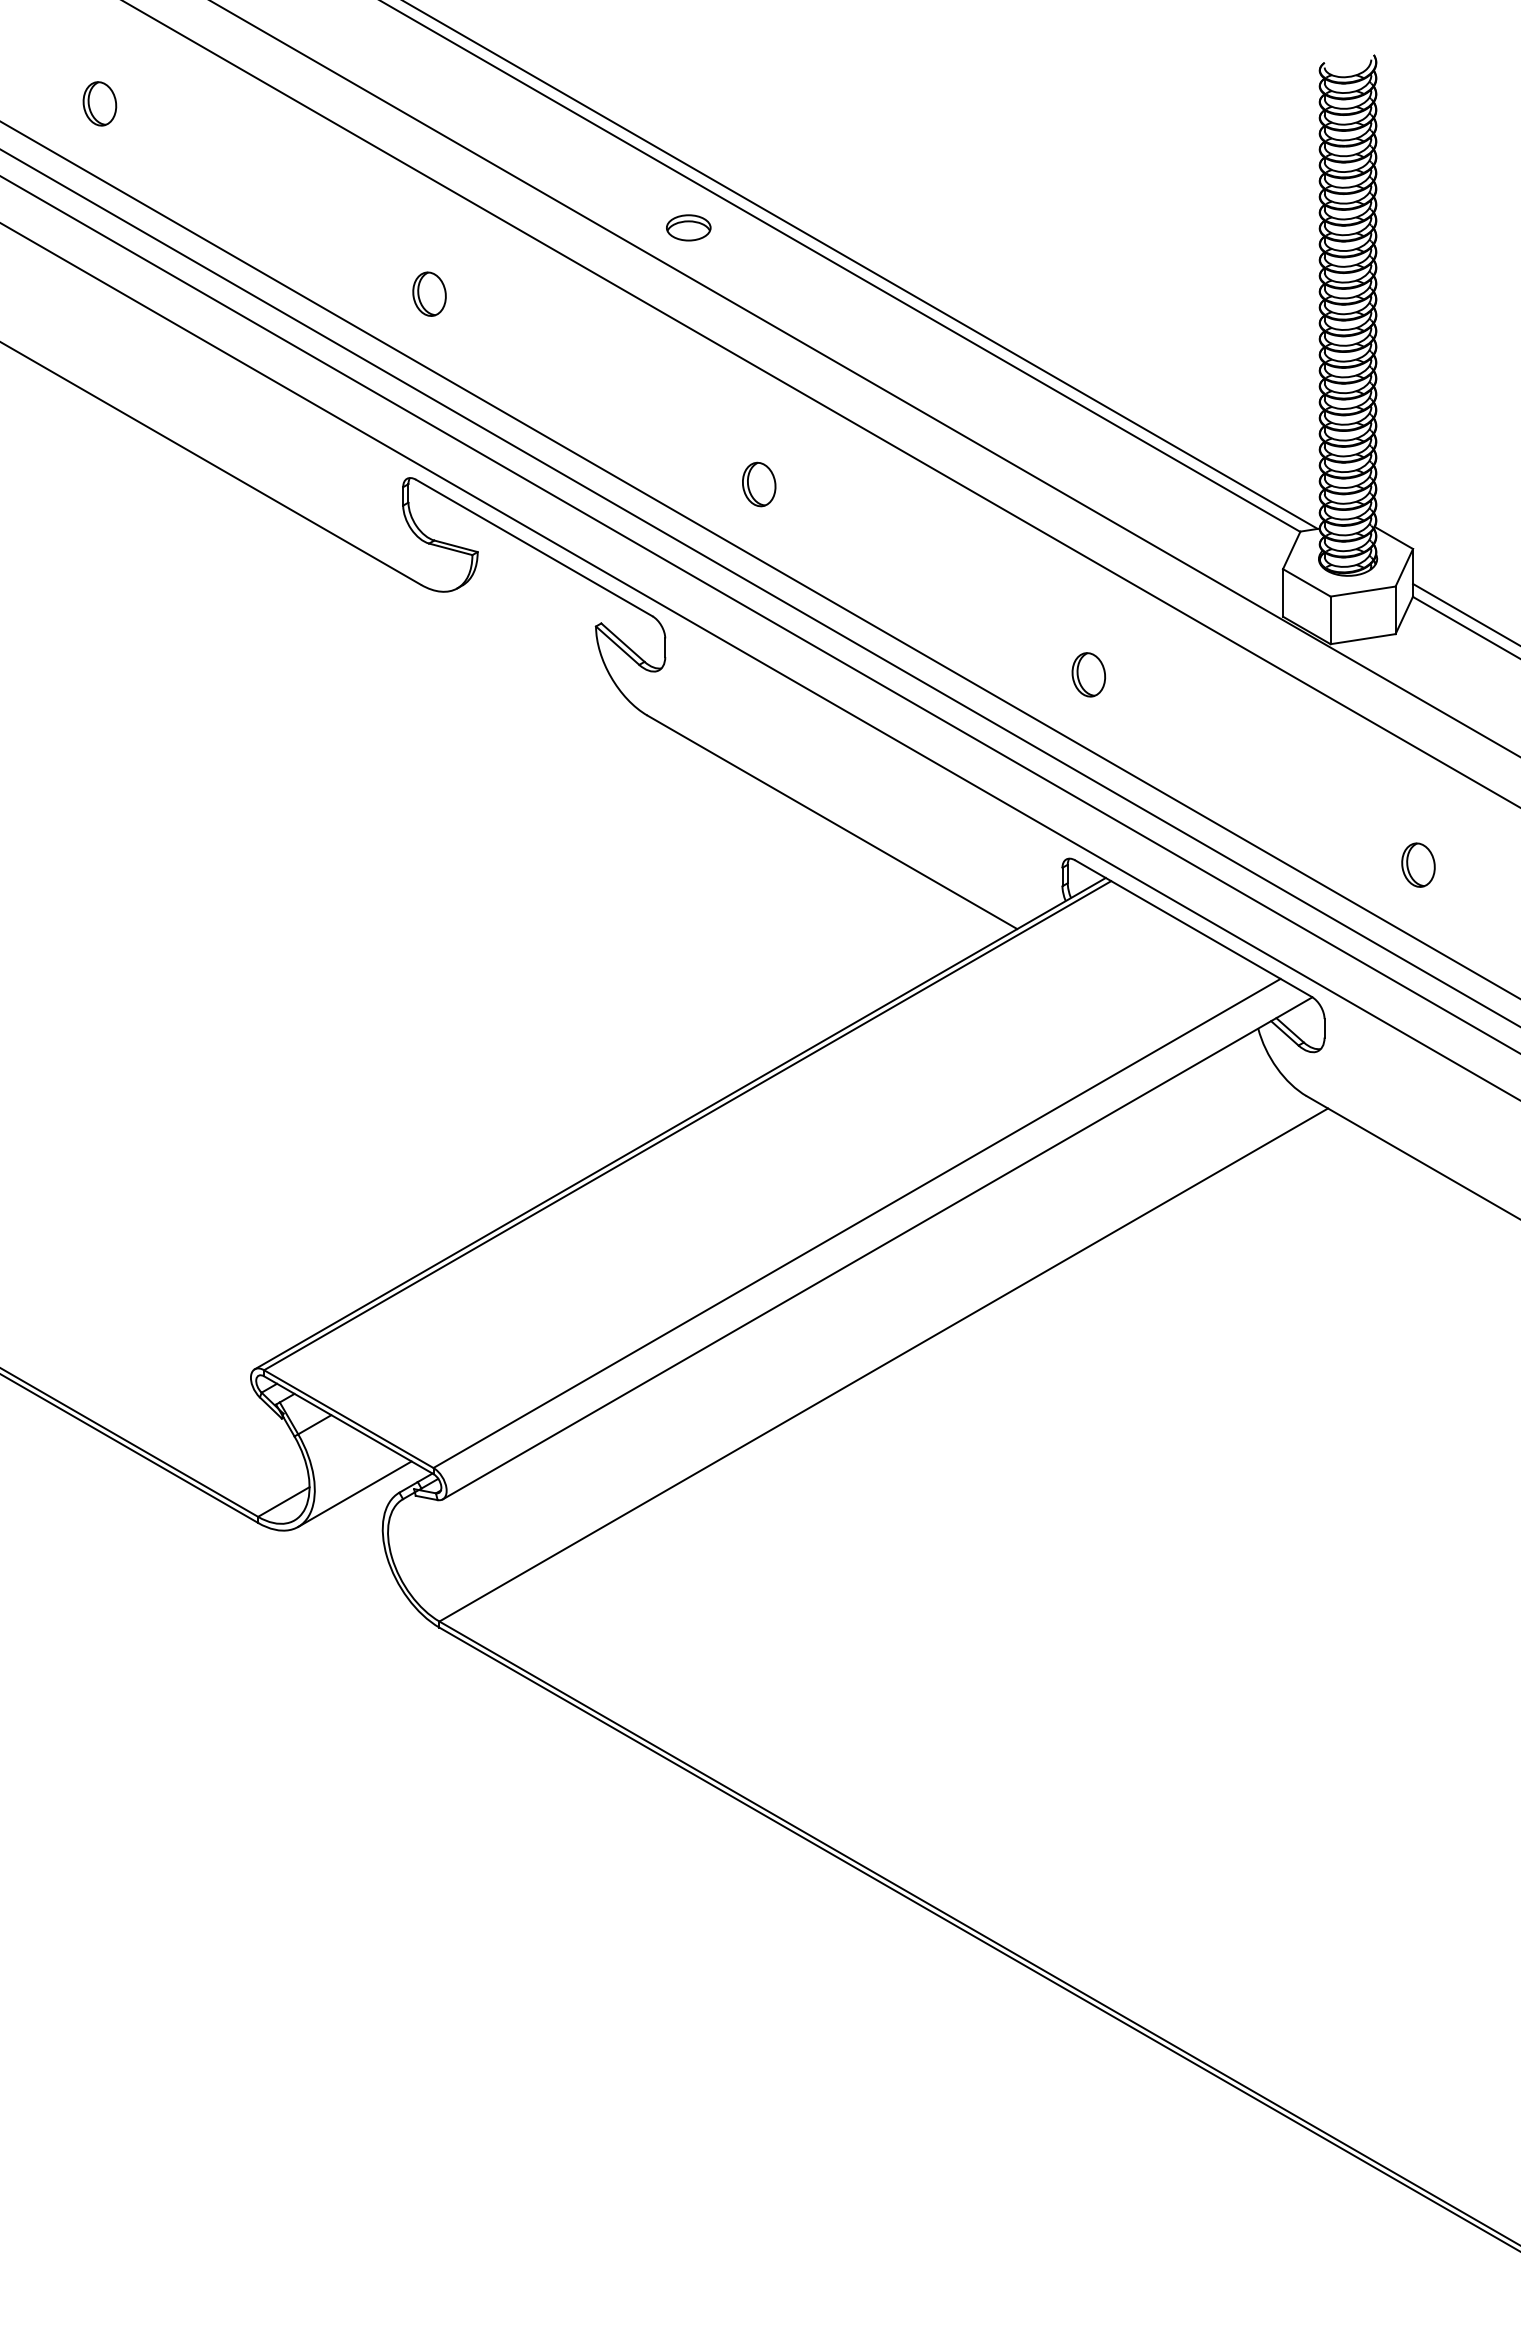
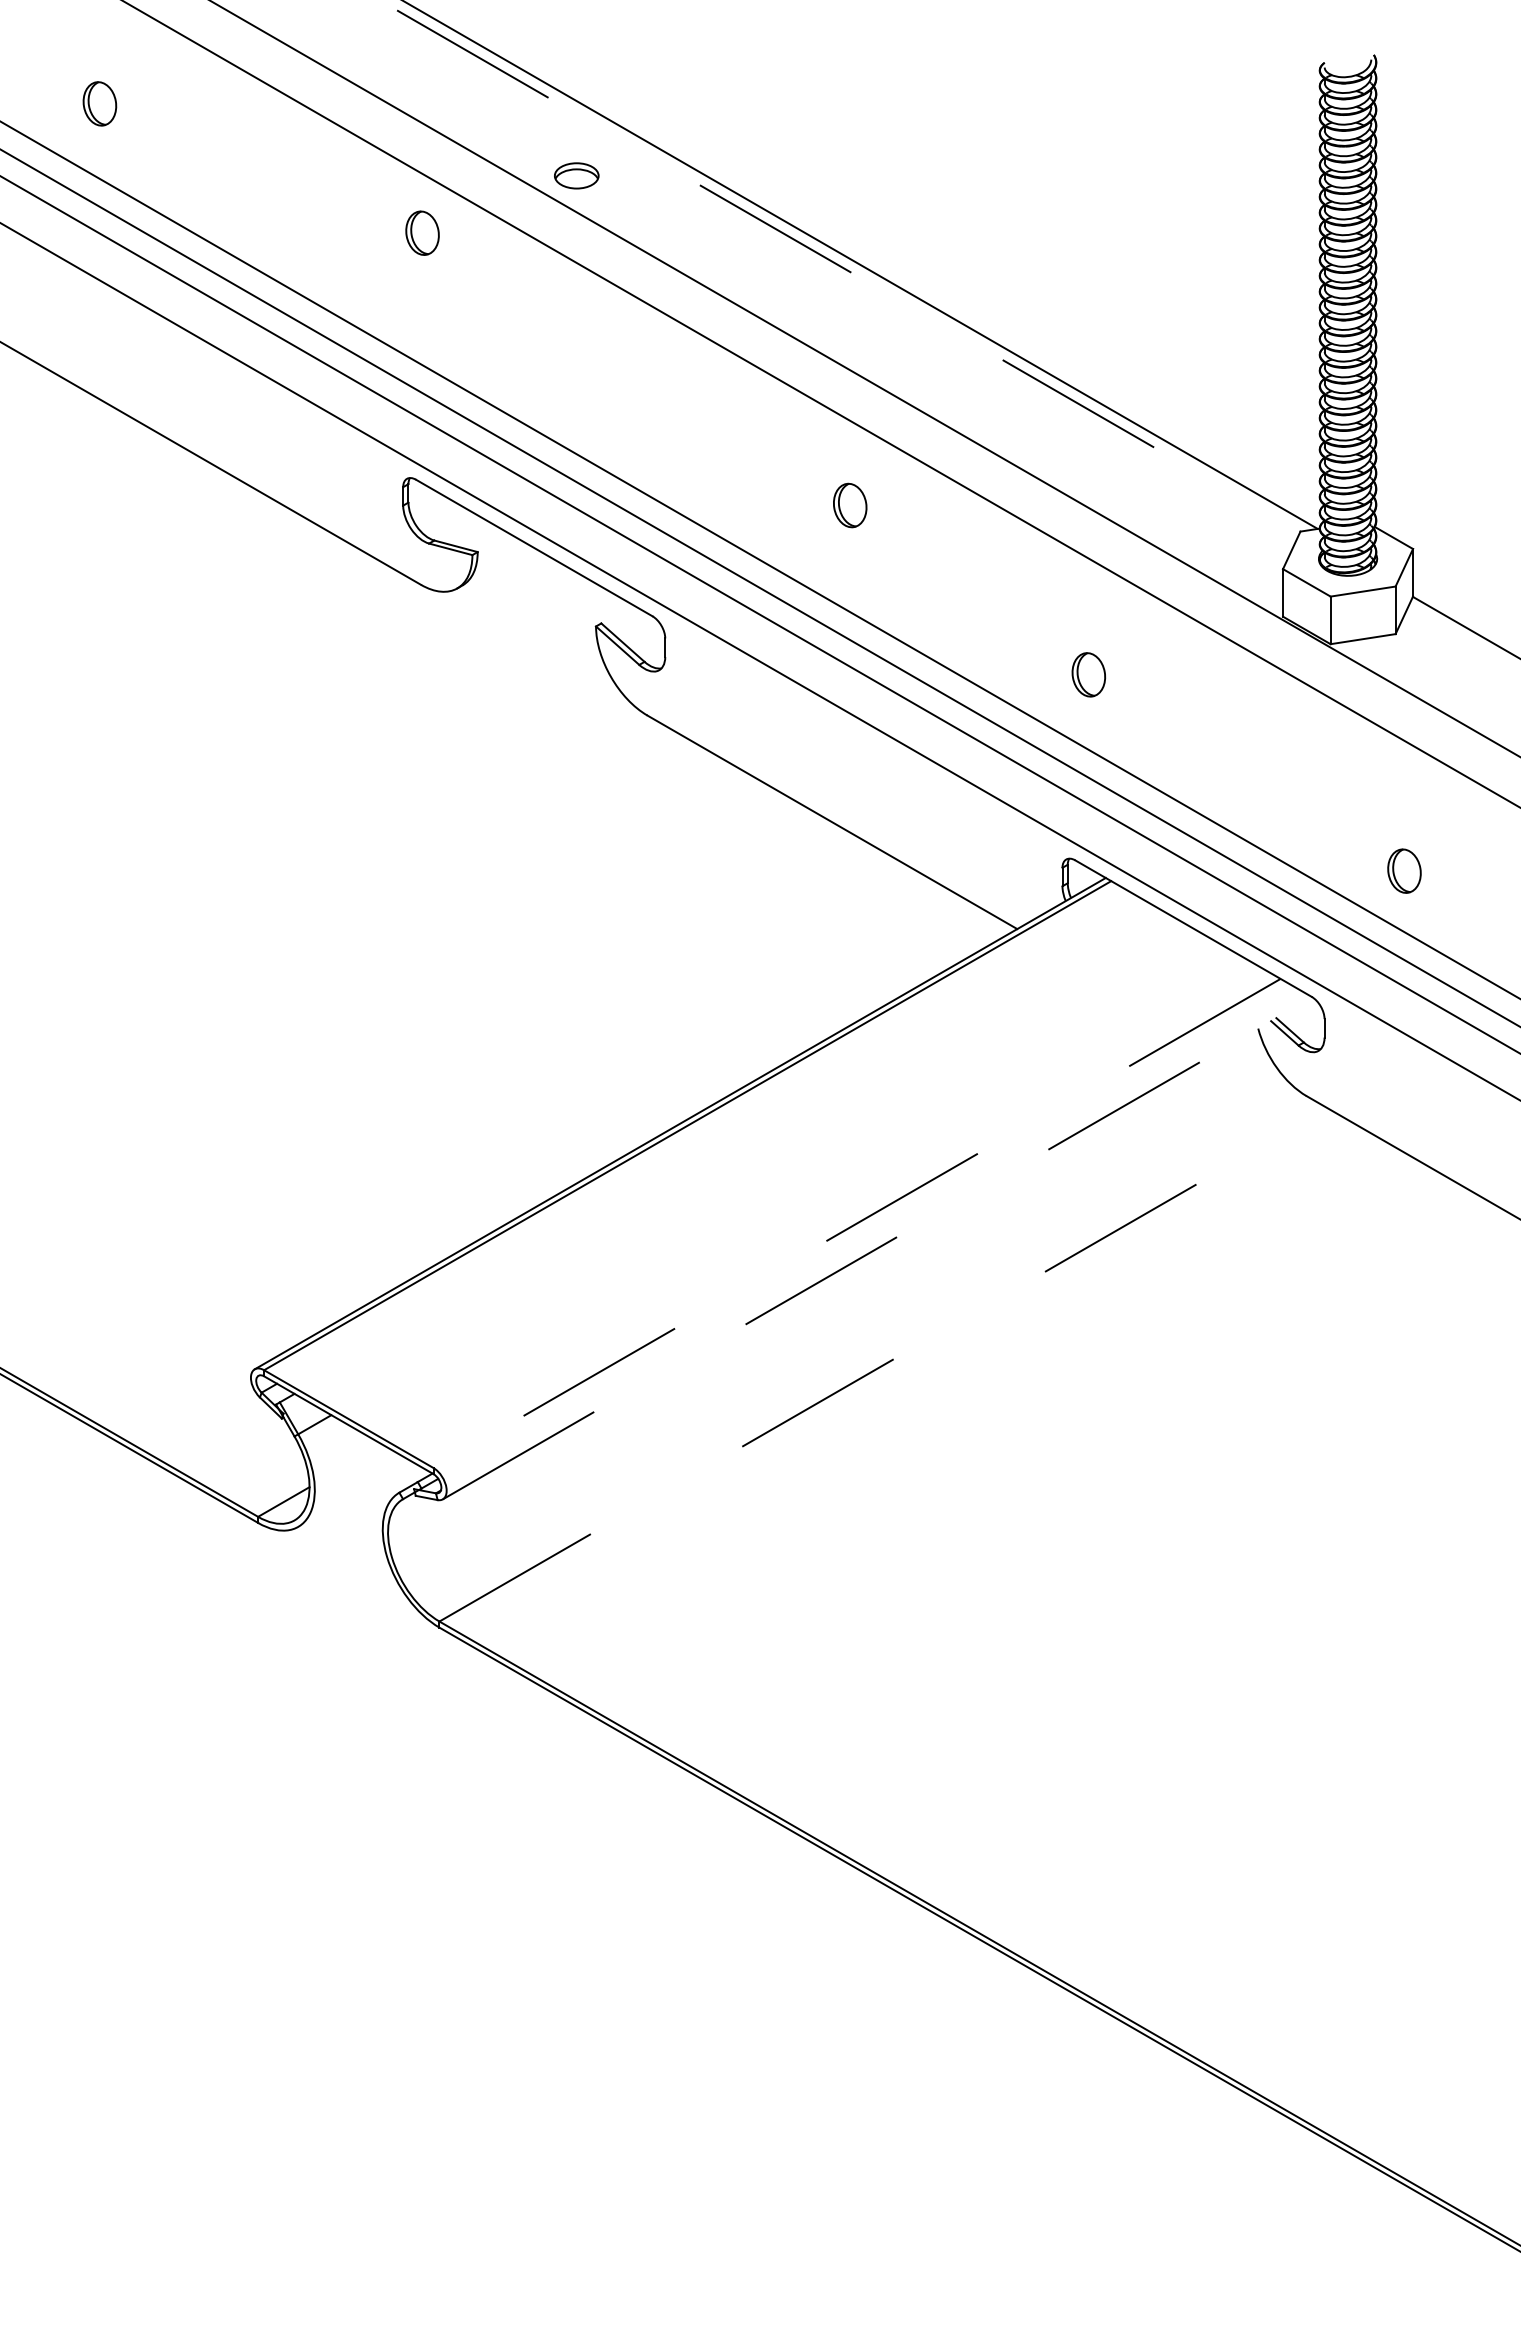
part at (688, 227) position: (688, 227) -> (576, 175)
line at (839, 265): solid -> dashed
part at (429, 293) position: (429, 293) -> (422, 232)
part at (759, 484) position: (759, 484) -> (850, 505)
line at (1465, 613): present -> none
part at (1418, 864) position: (1418, 864) -> (1404, 870)
line at (856, 1223): solid -> dashed
line at (878, 1248): solid -> dashed
line at (884, 1364): solid -> dashed
line at (354, 1493): present -> none
